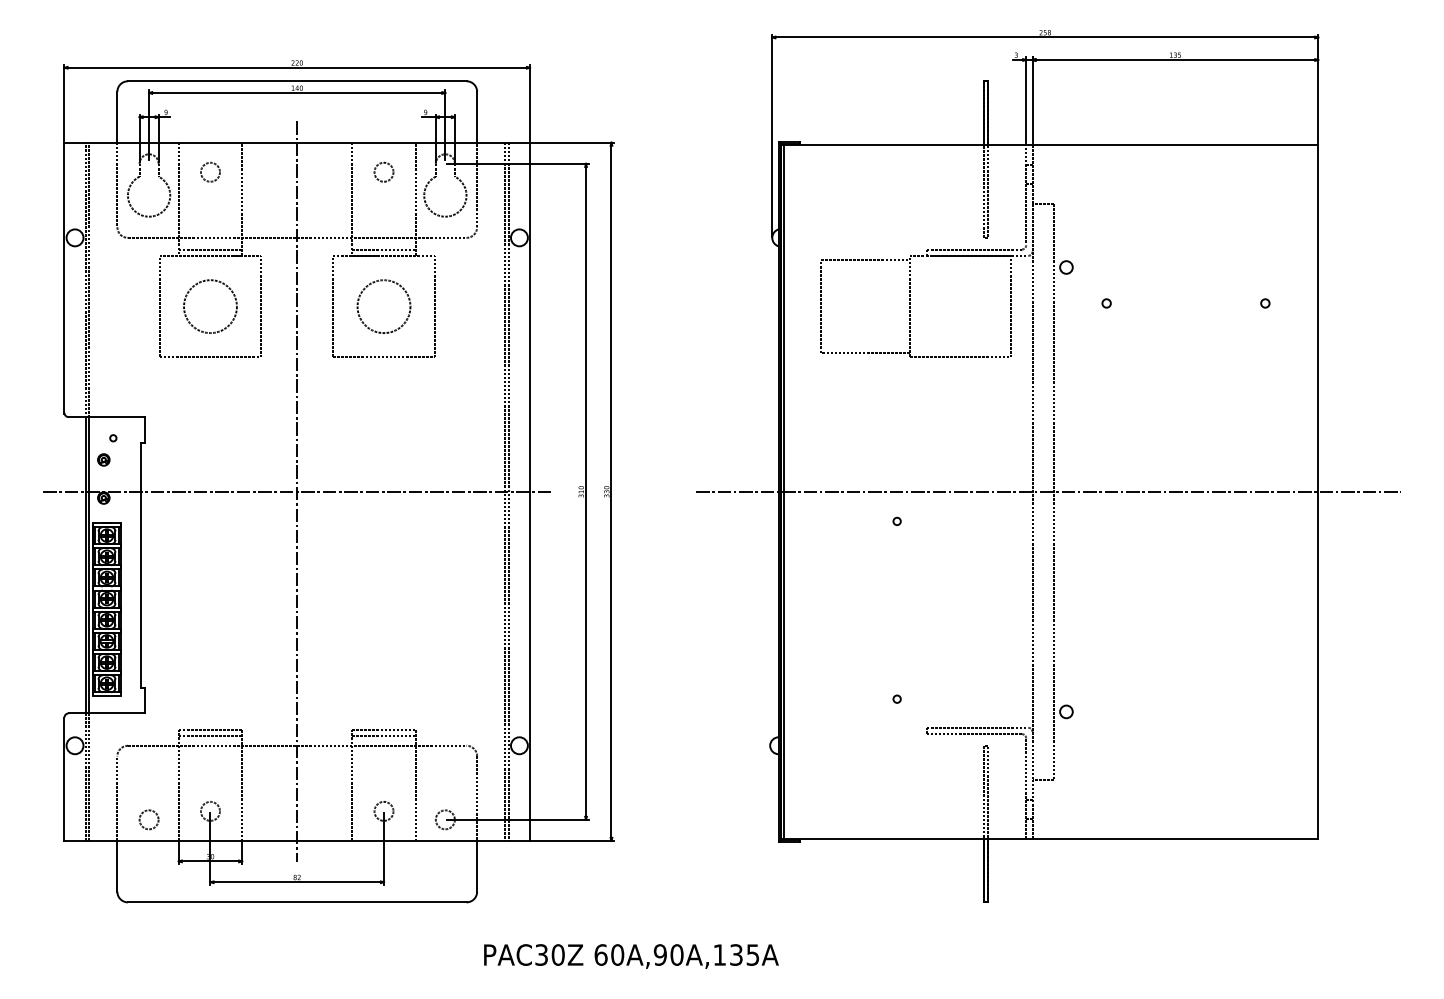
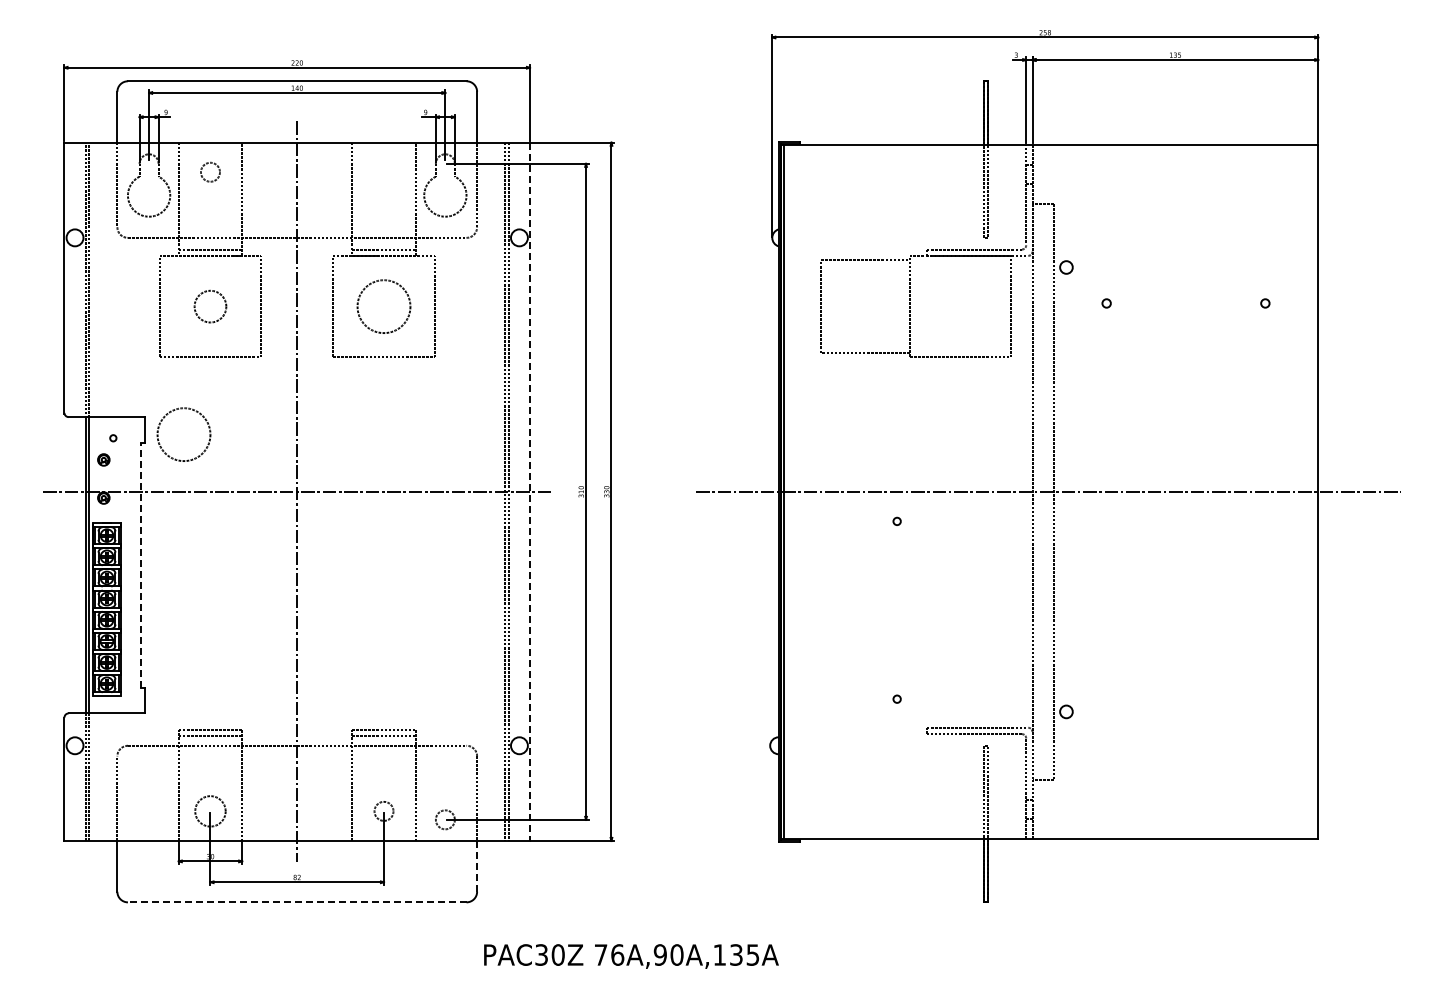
circle at (383, 171): present -> none
circle at (210, 306) diameter: 53 px -> 32 px
circle at (183, 434): none -> present
line at (530, 492): solid -> dashed
line at (140, 565): solid -> dashed
circle at (210, 810) diameter: 19 px -> 30 px
circle at (148, 819): present -> none
line at (477, 865): solid -> dashed
line at (296, 902): solid -> dashed
text at (609, 954): 60A,90A,135A -> 76A,90A,135A
